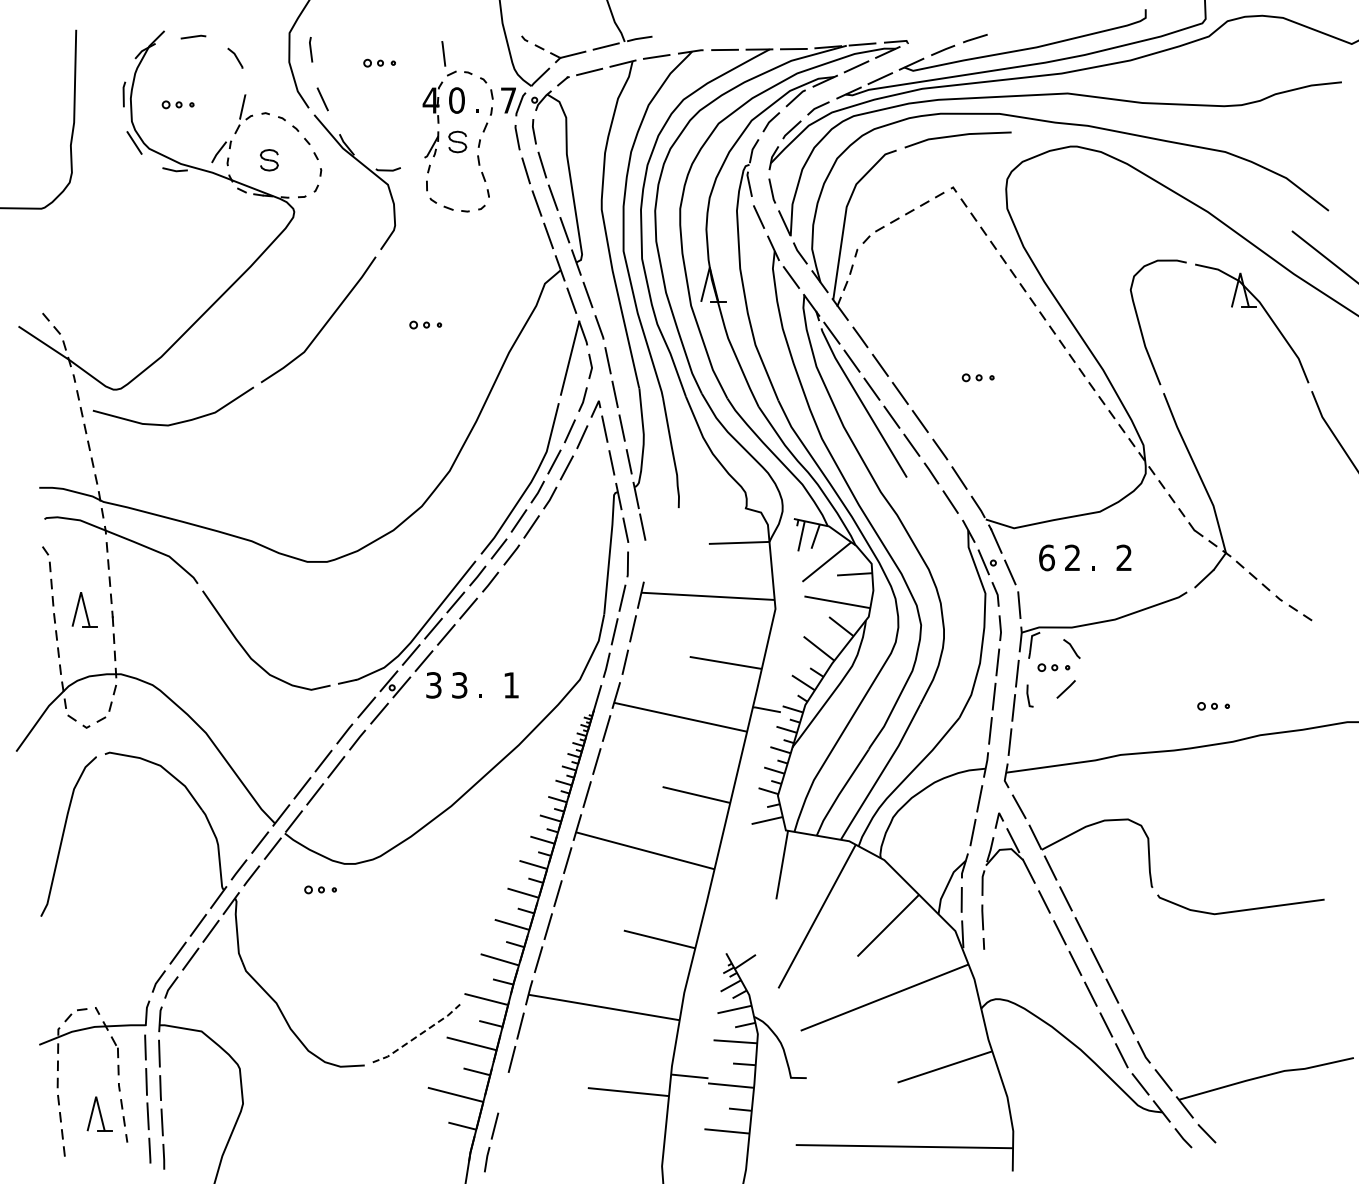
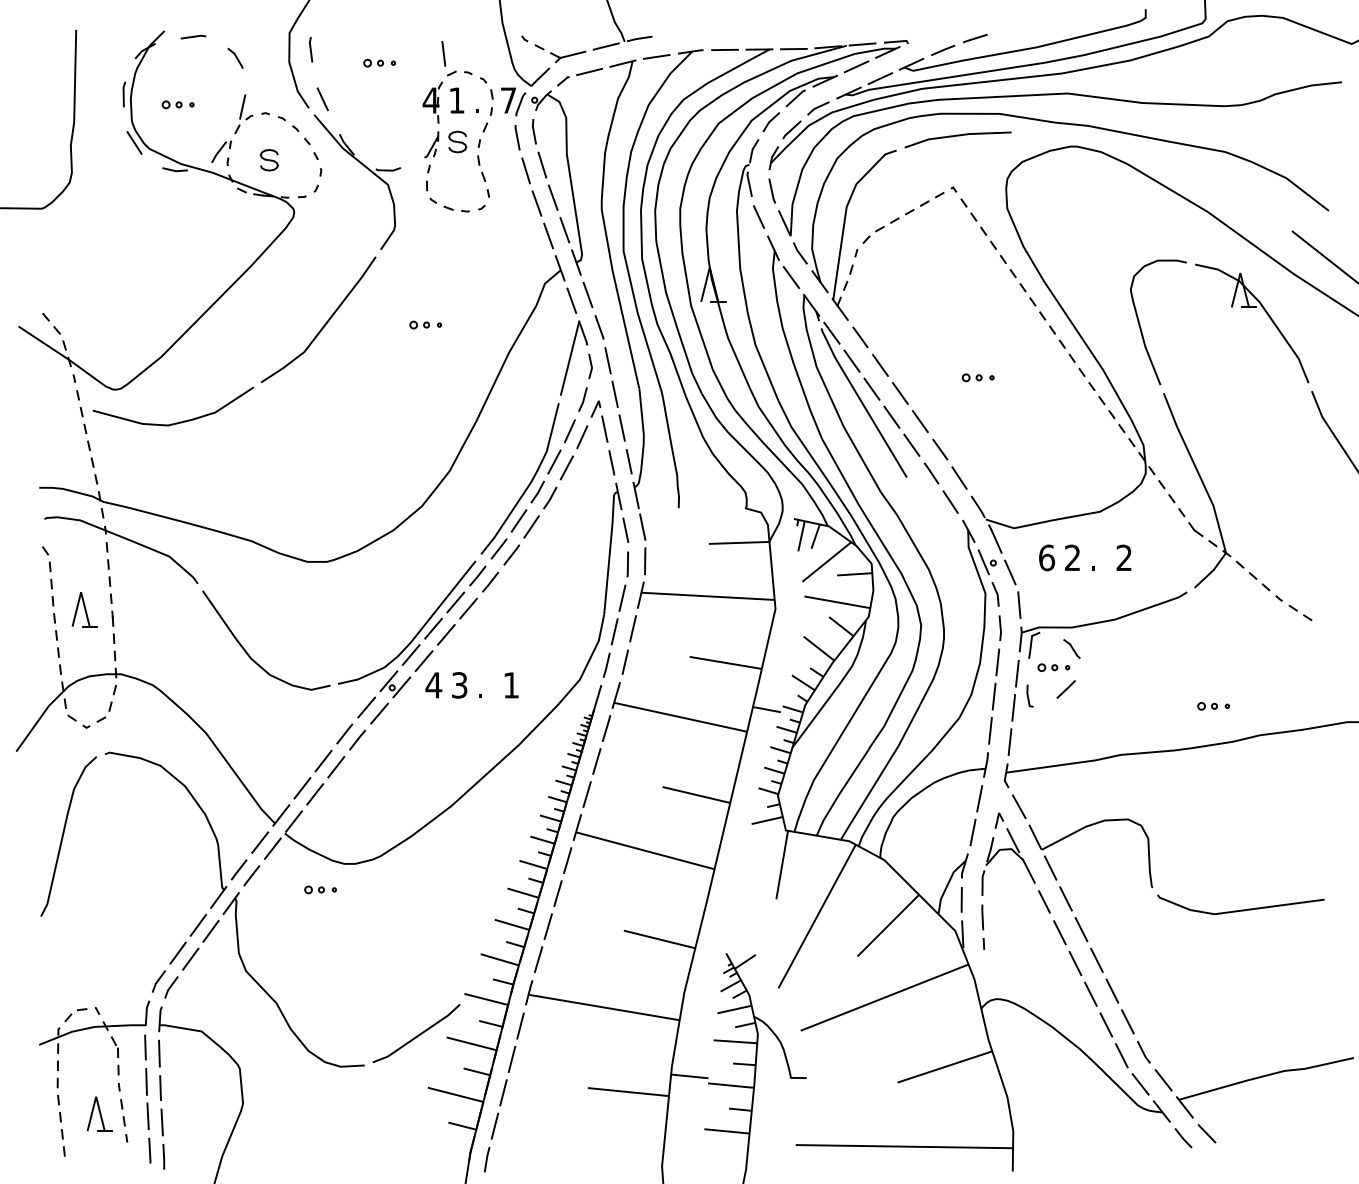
text at (456, 100): 0 -> 1
line at (645, 561): none -> present
text at (433, 685): 3 -> 4
line at (418, 1035): dashed -> solid
line at (503, 1092): none -> present
